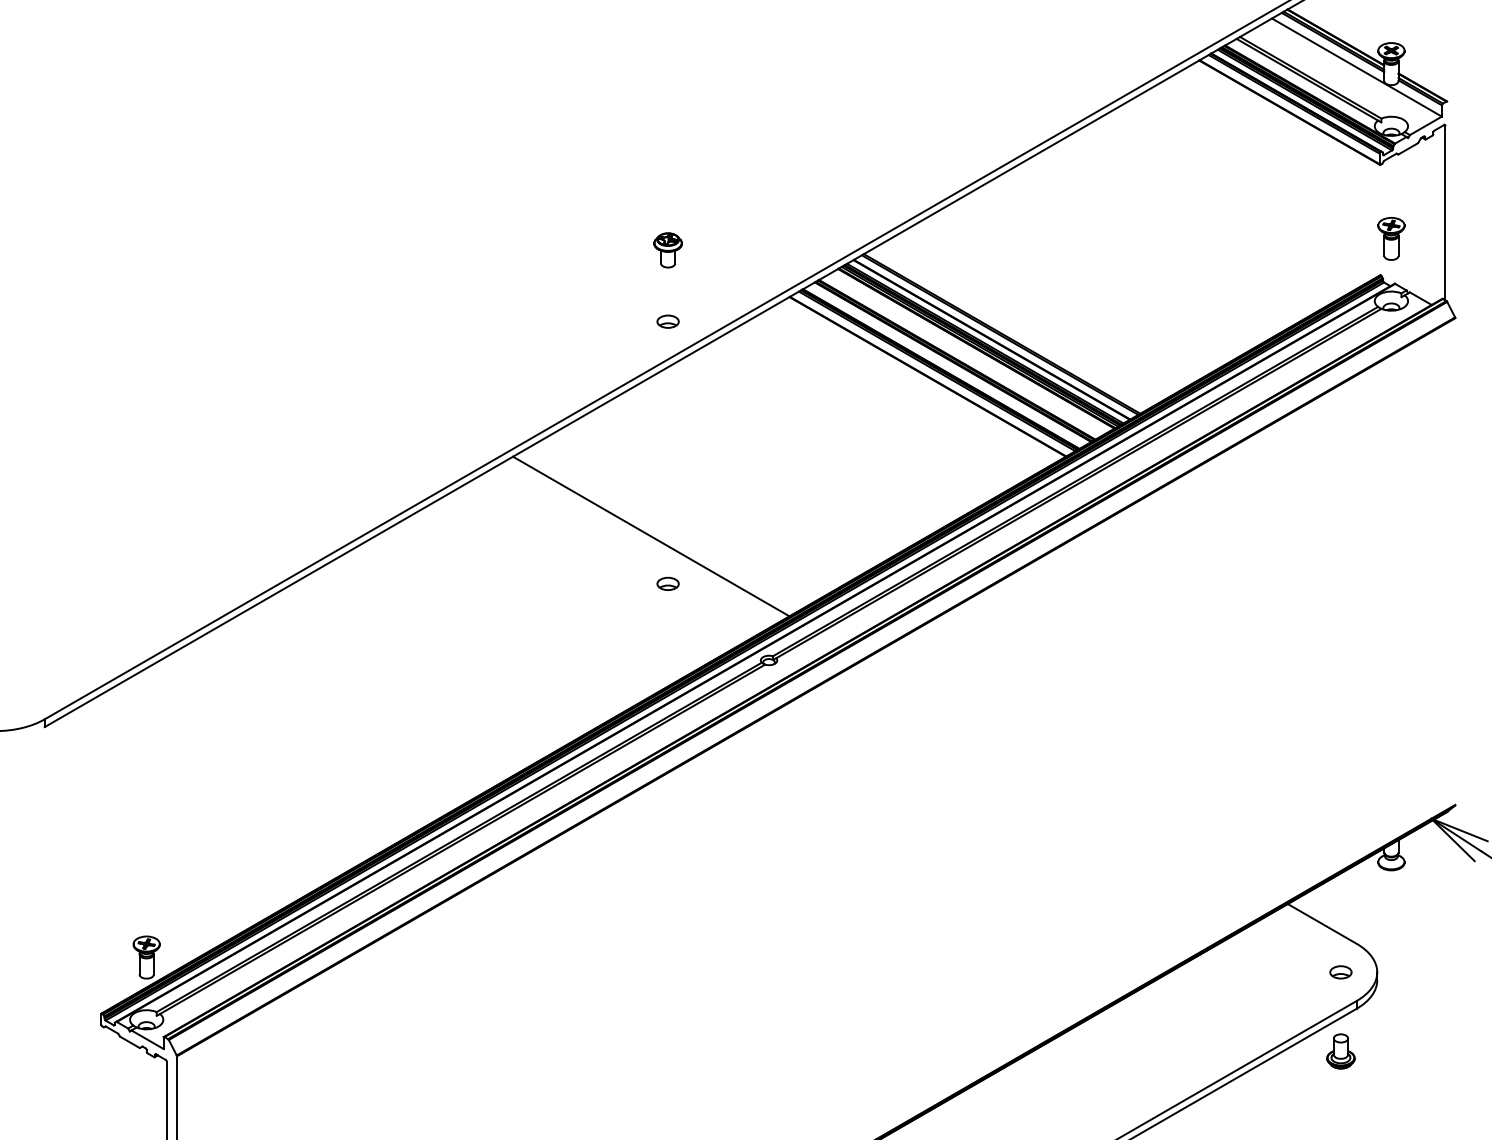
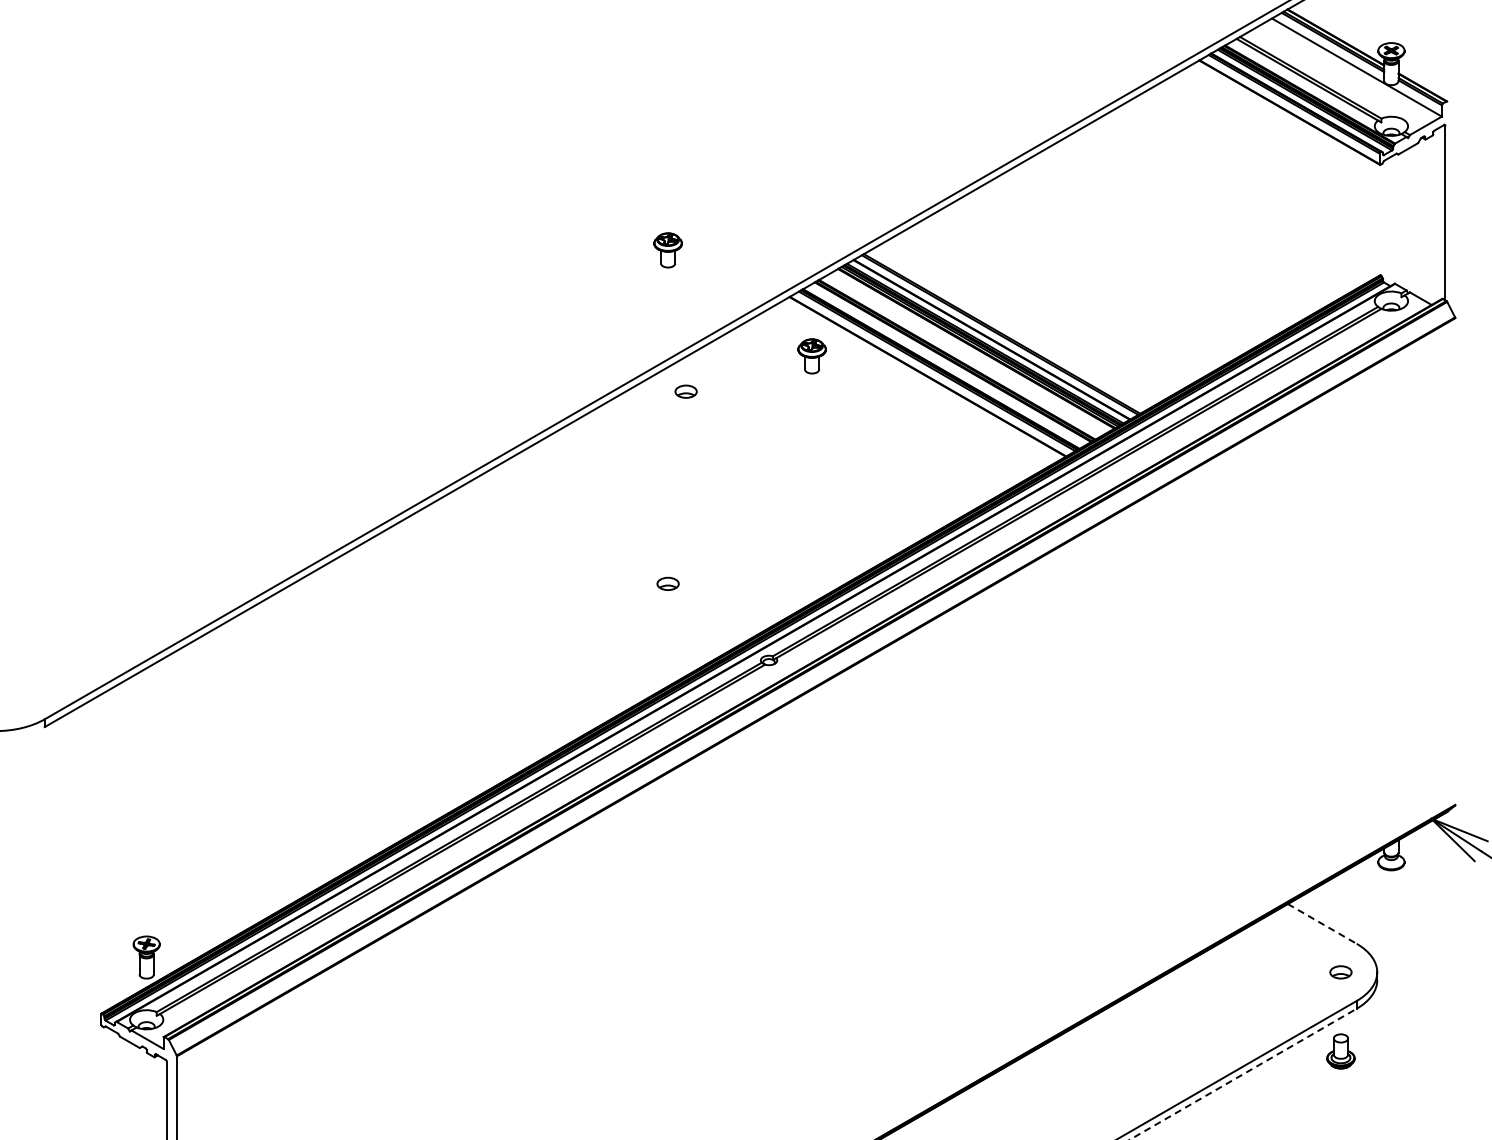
part at (1391, 238): present -> none
part at (667, 321) position: (667, 321) -> (685, 391)
part at (811, 356): none -> present
line at (651, 536): present -> none
line at (1322, 923): solid -> dashed
line at (1243, 1074): solid -> dashed
